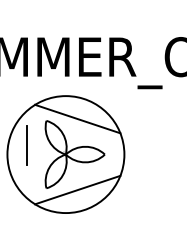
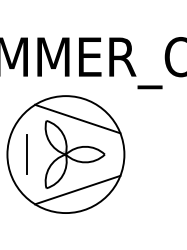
line at (26, 145) position: (26, 145) -> (26, 154)
